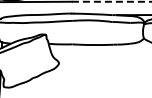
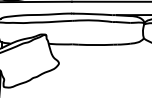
line at (111, 1): dashed -> solid
